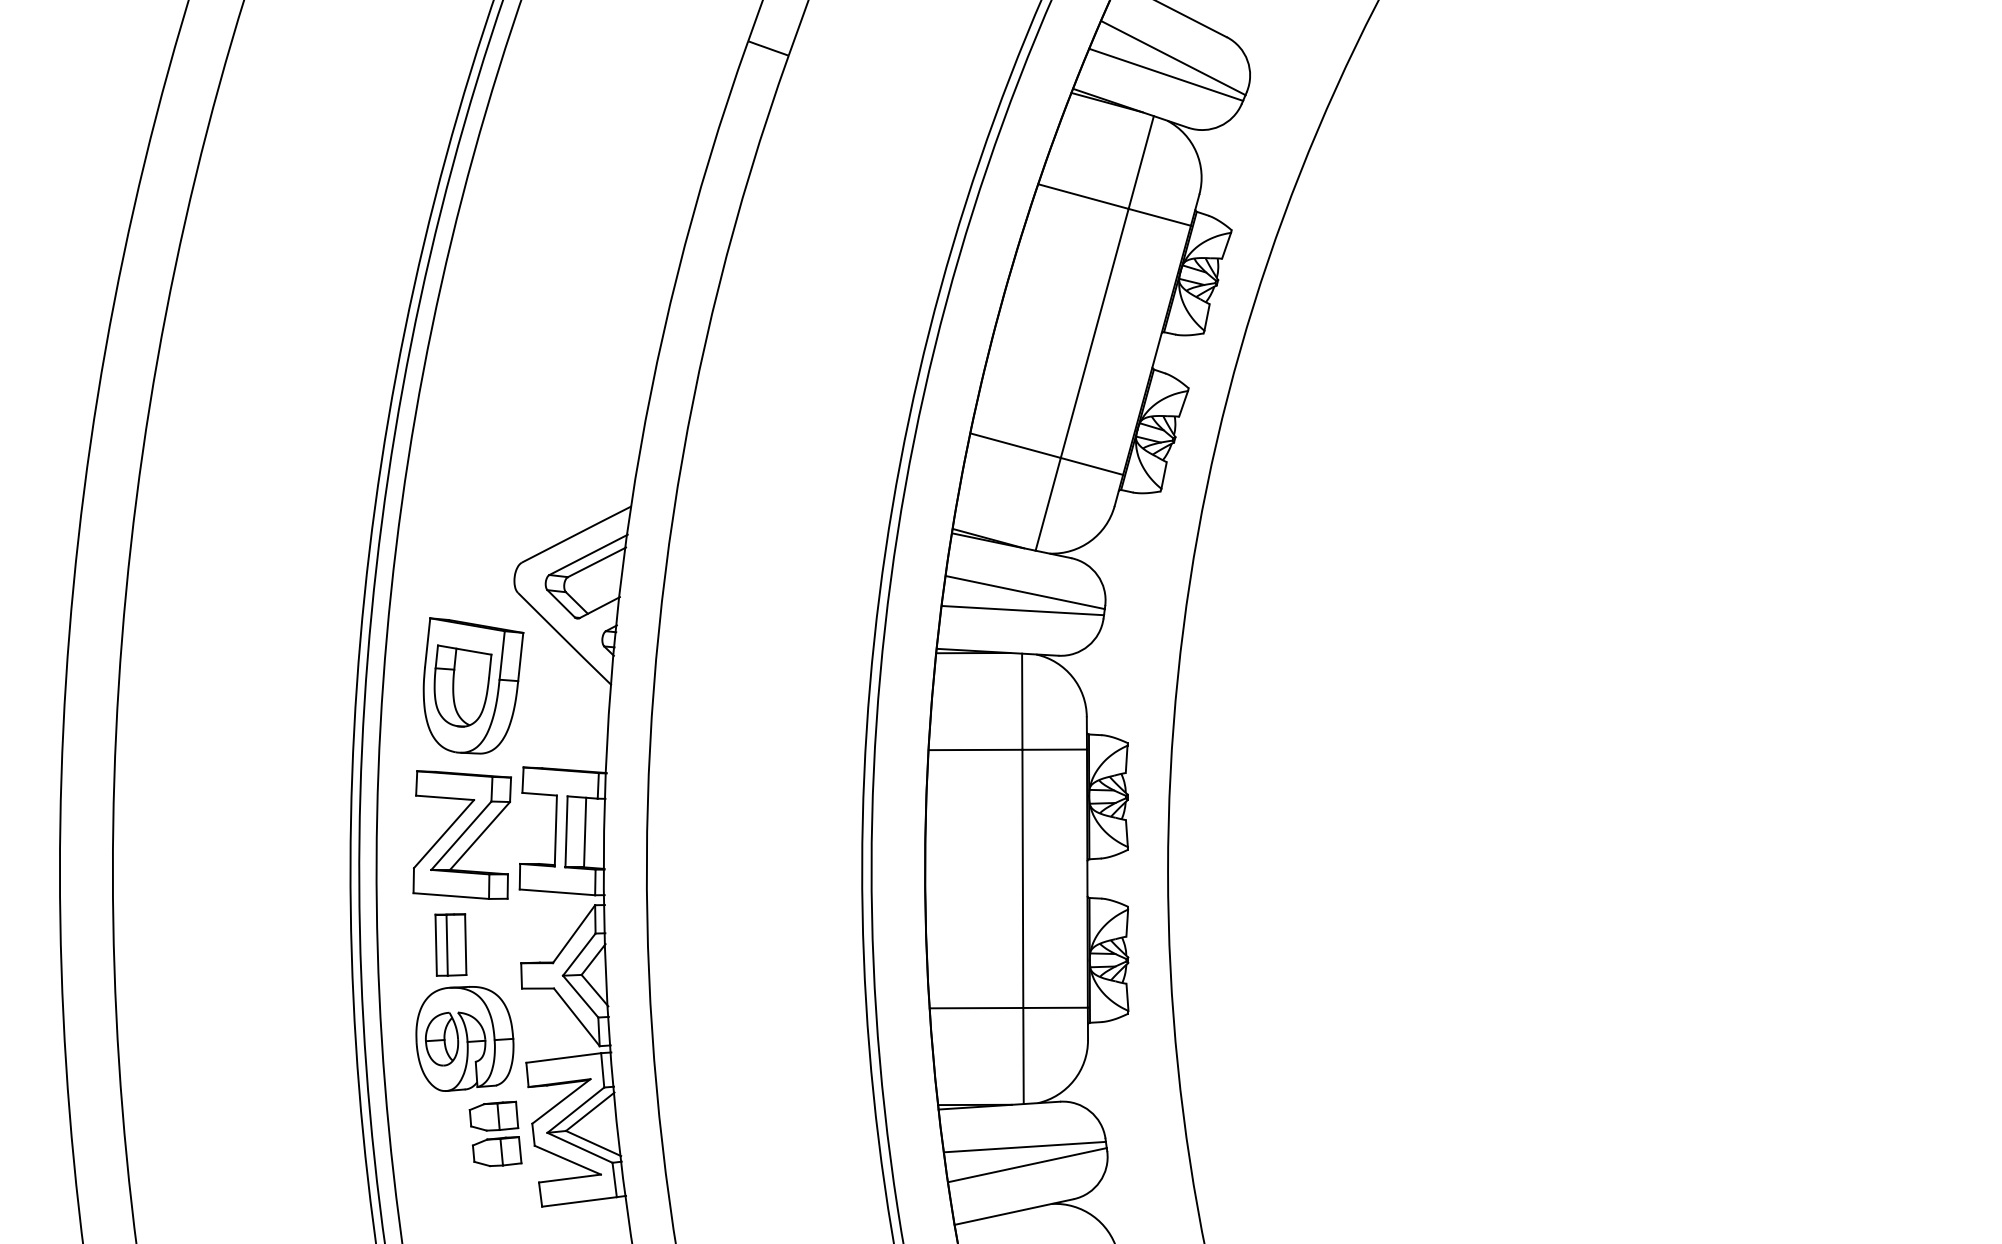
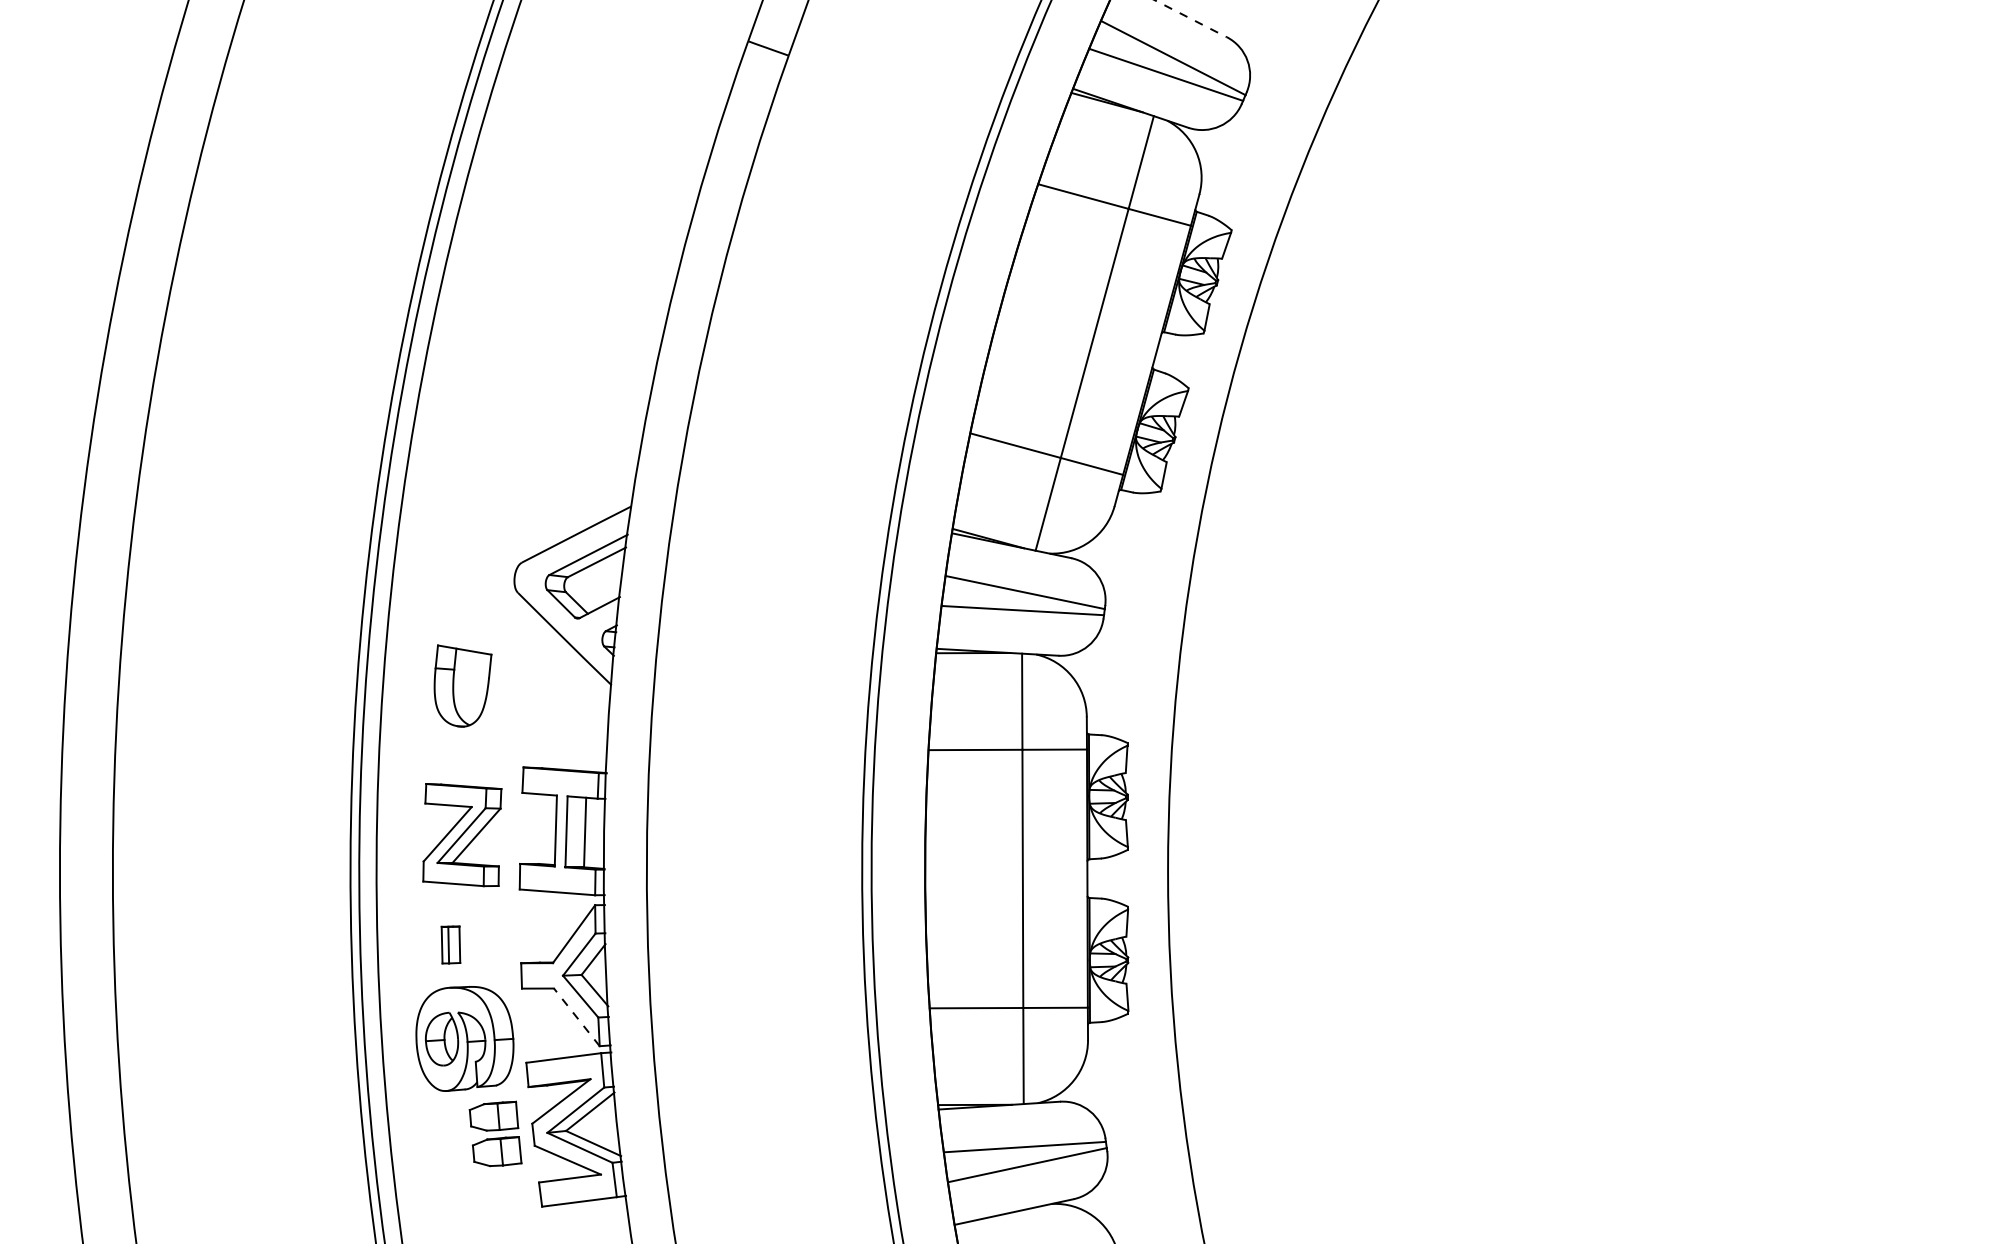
line at (1191, 18): solid -> dashed
part at (473, 685): present -> none
part at (462, 834) size: 101x130 px -> 81x105 px
part at (450, 944) size: 34x64 px -> 22x40 px
line at (576, 1017): solid -> dashed
